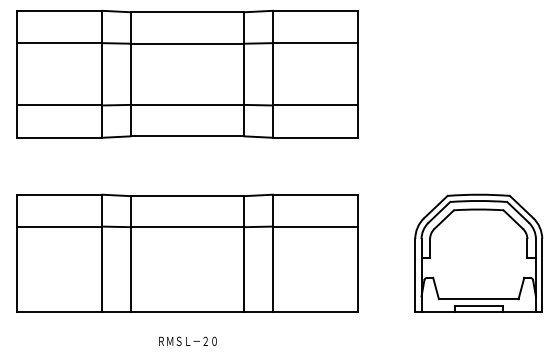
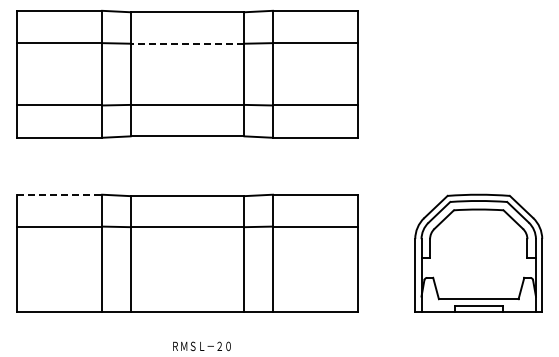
line at (187, 43): solid -> dashed
line at (59, 194): solid -> dashed
text at (187, 340) position: (187, 340) -> (201, 345)
